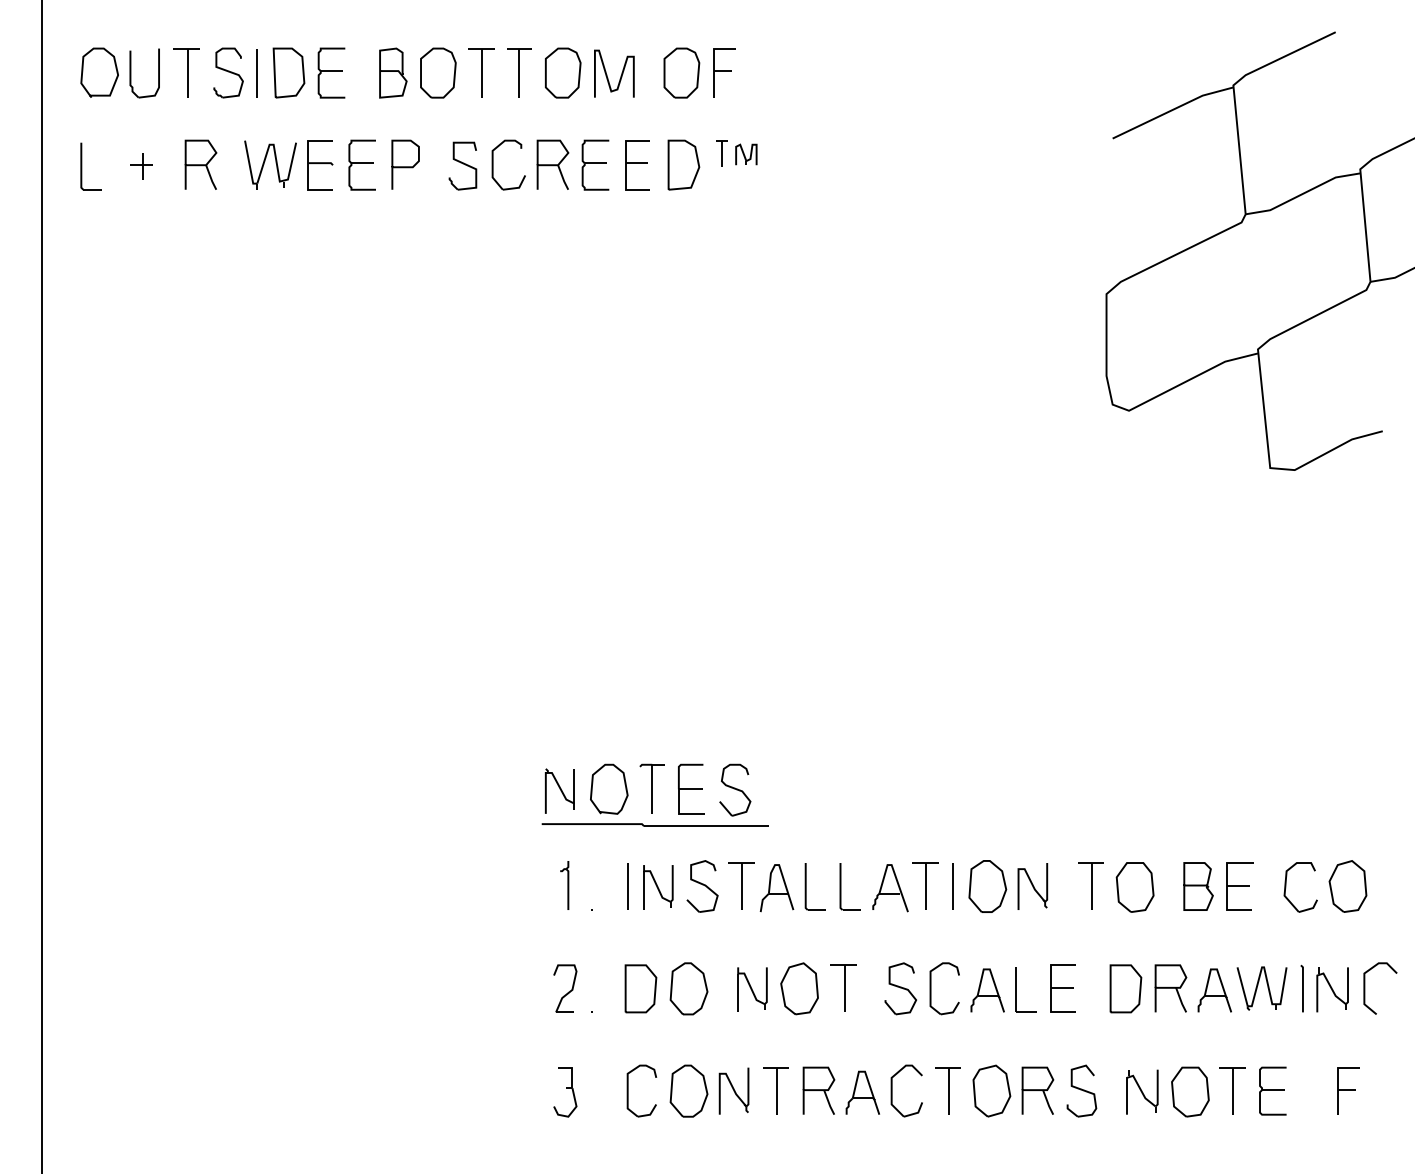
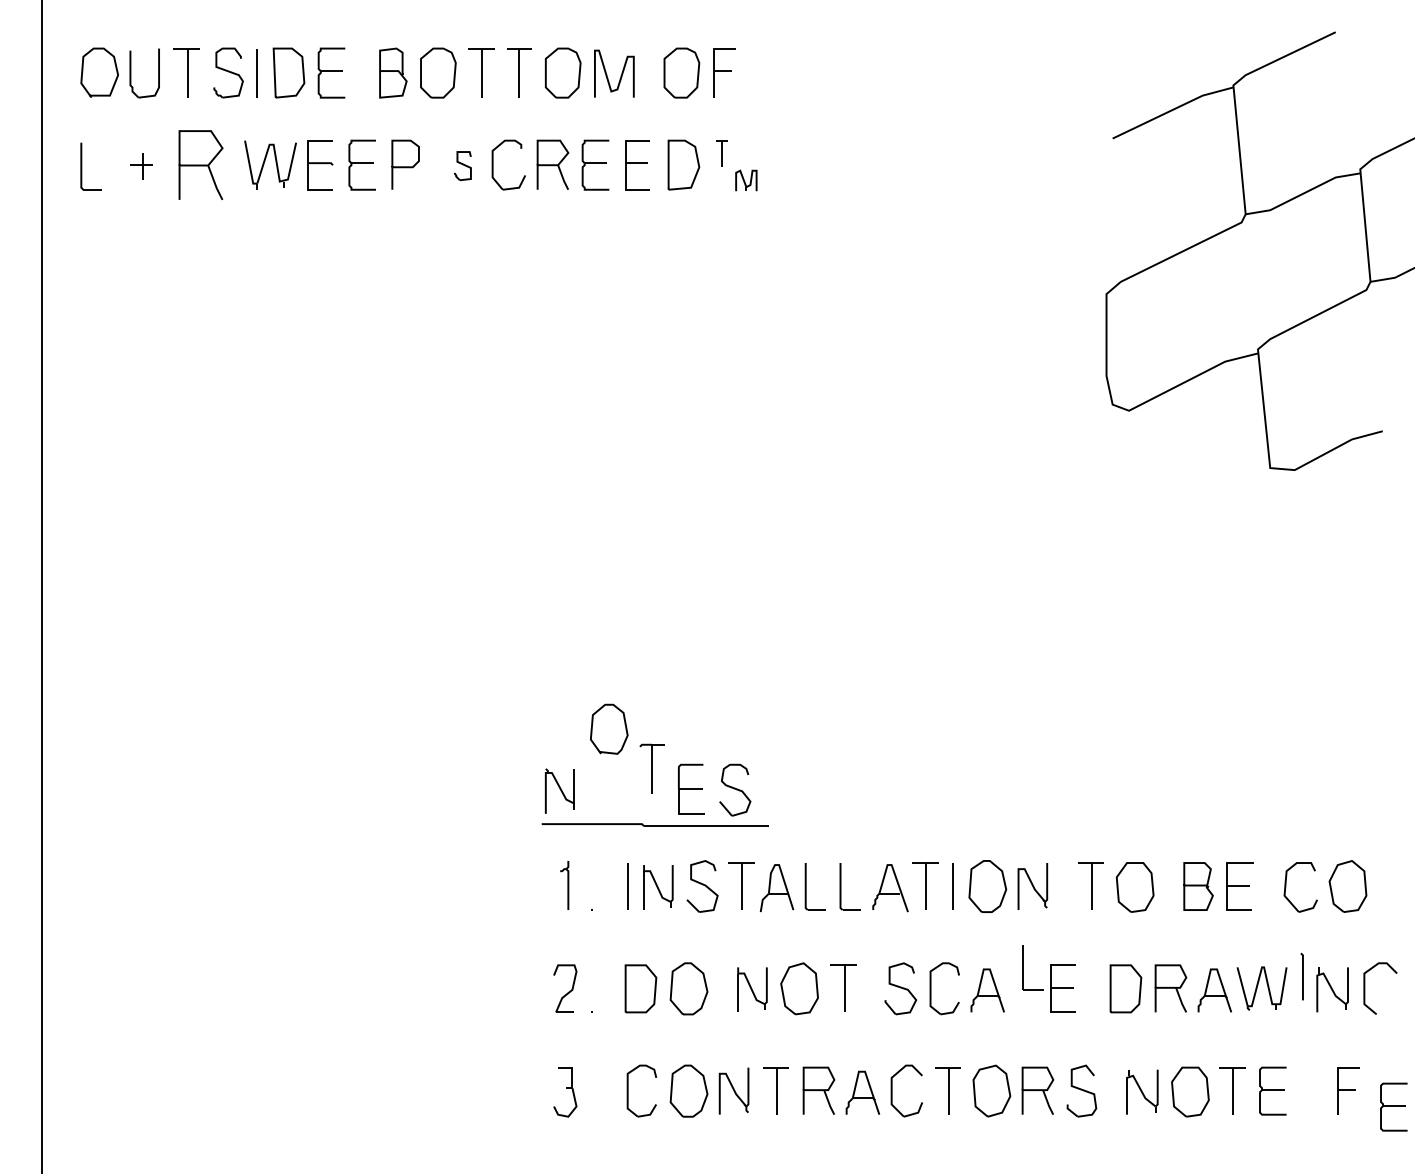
part at (746, 154) position: (746, 154) -> (746, 180)
part at (200, 164) size: 34x51 px -> 46x70 px
part at (462, 165) size: 30x50 px -> 18x31 px
curve at (624, 784) position: (624, 784) -> (624, 724)
part at (651, 788) position: (651, 788) -> (651, 768)
line at (1302, 988) position: (1302, 988) -> (1302, 976)
part at (1016, 989) position: (1016, 989) -> (1023, 967)
part at (1393, 1106): none -> present
